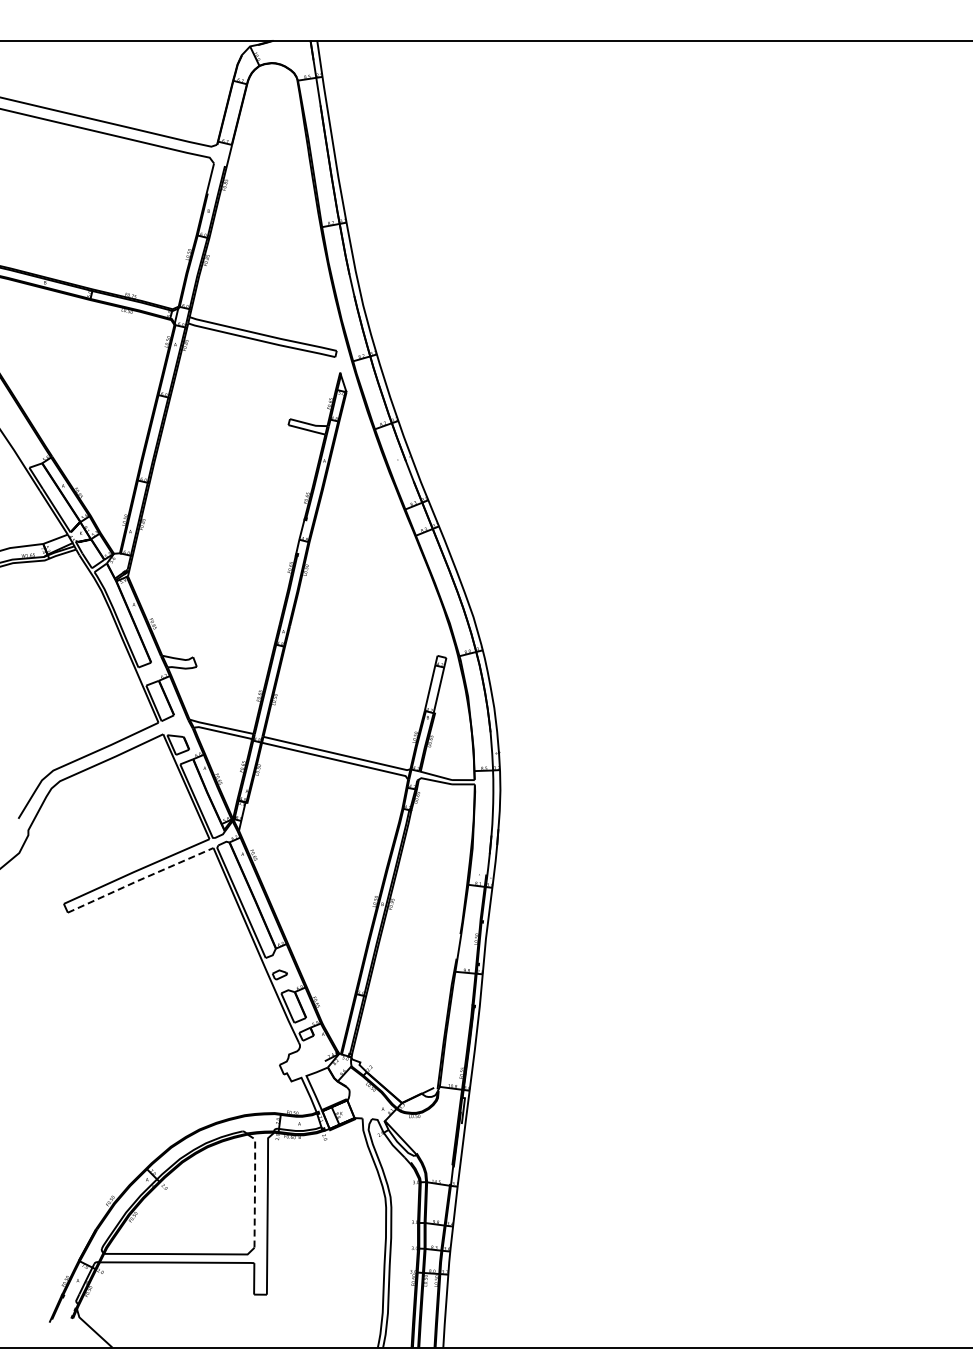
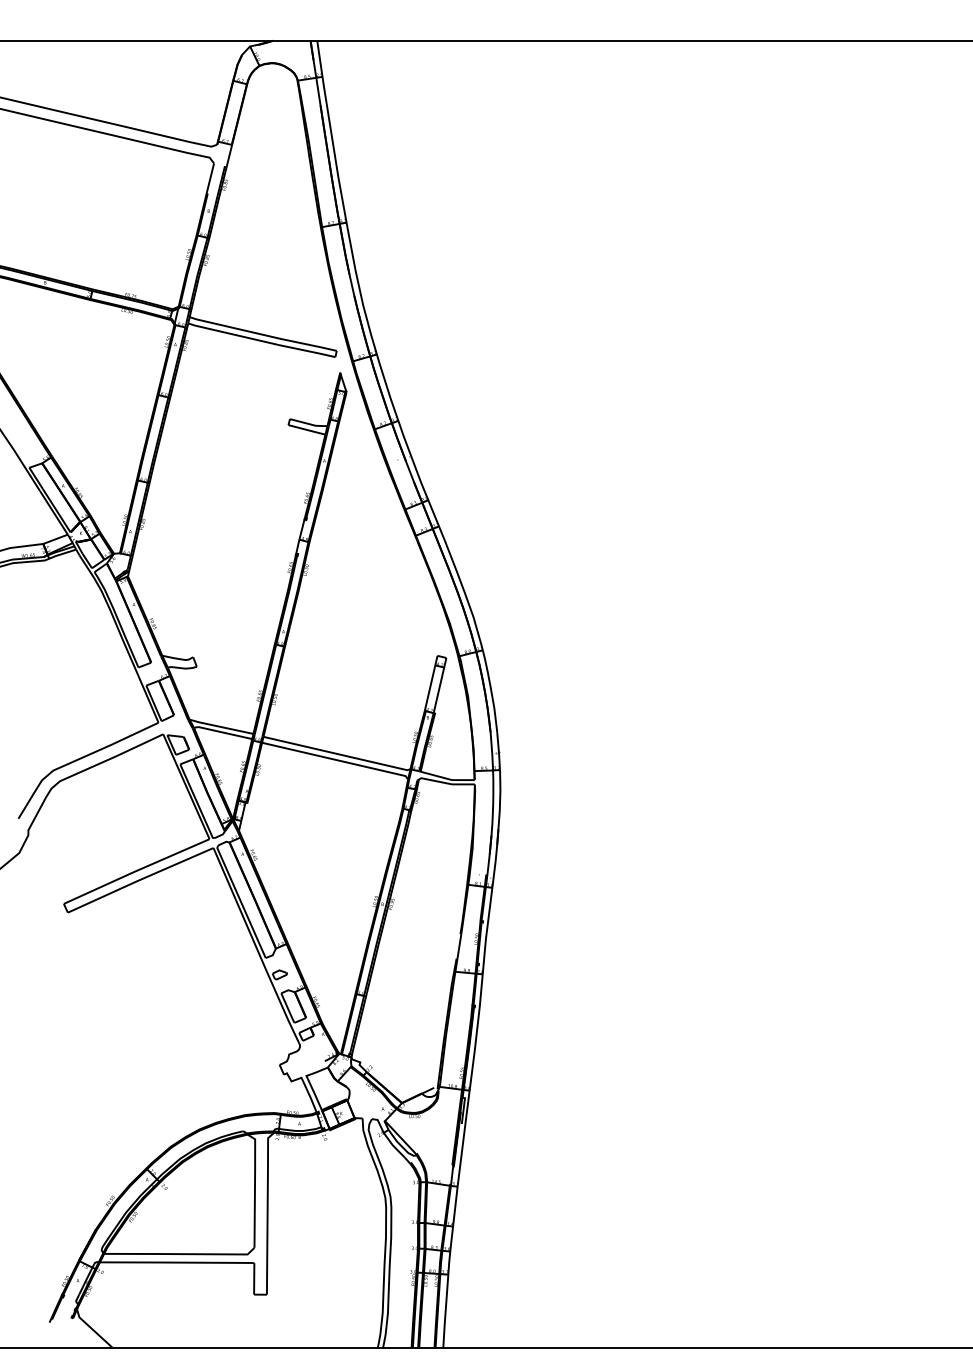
line at (140, 879): dashed -> solid
line at (254, 1188): dashed -> solid
